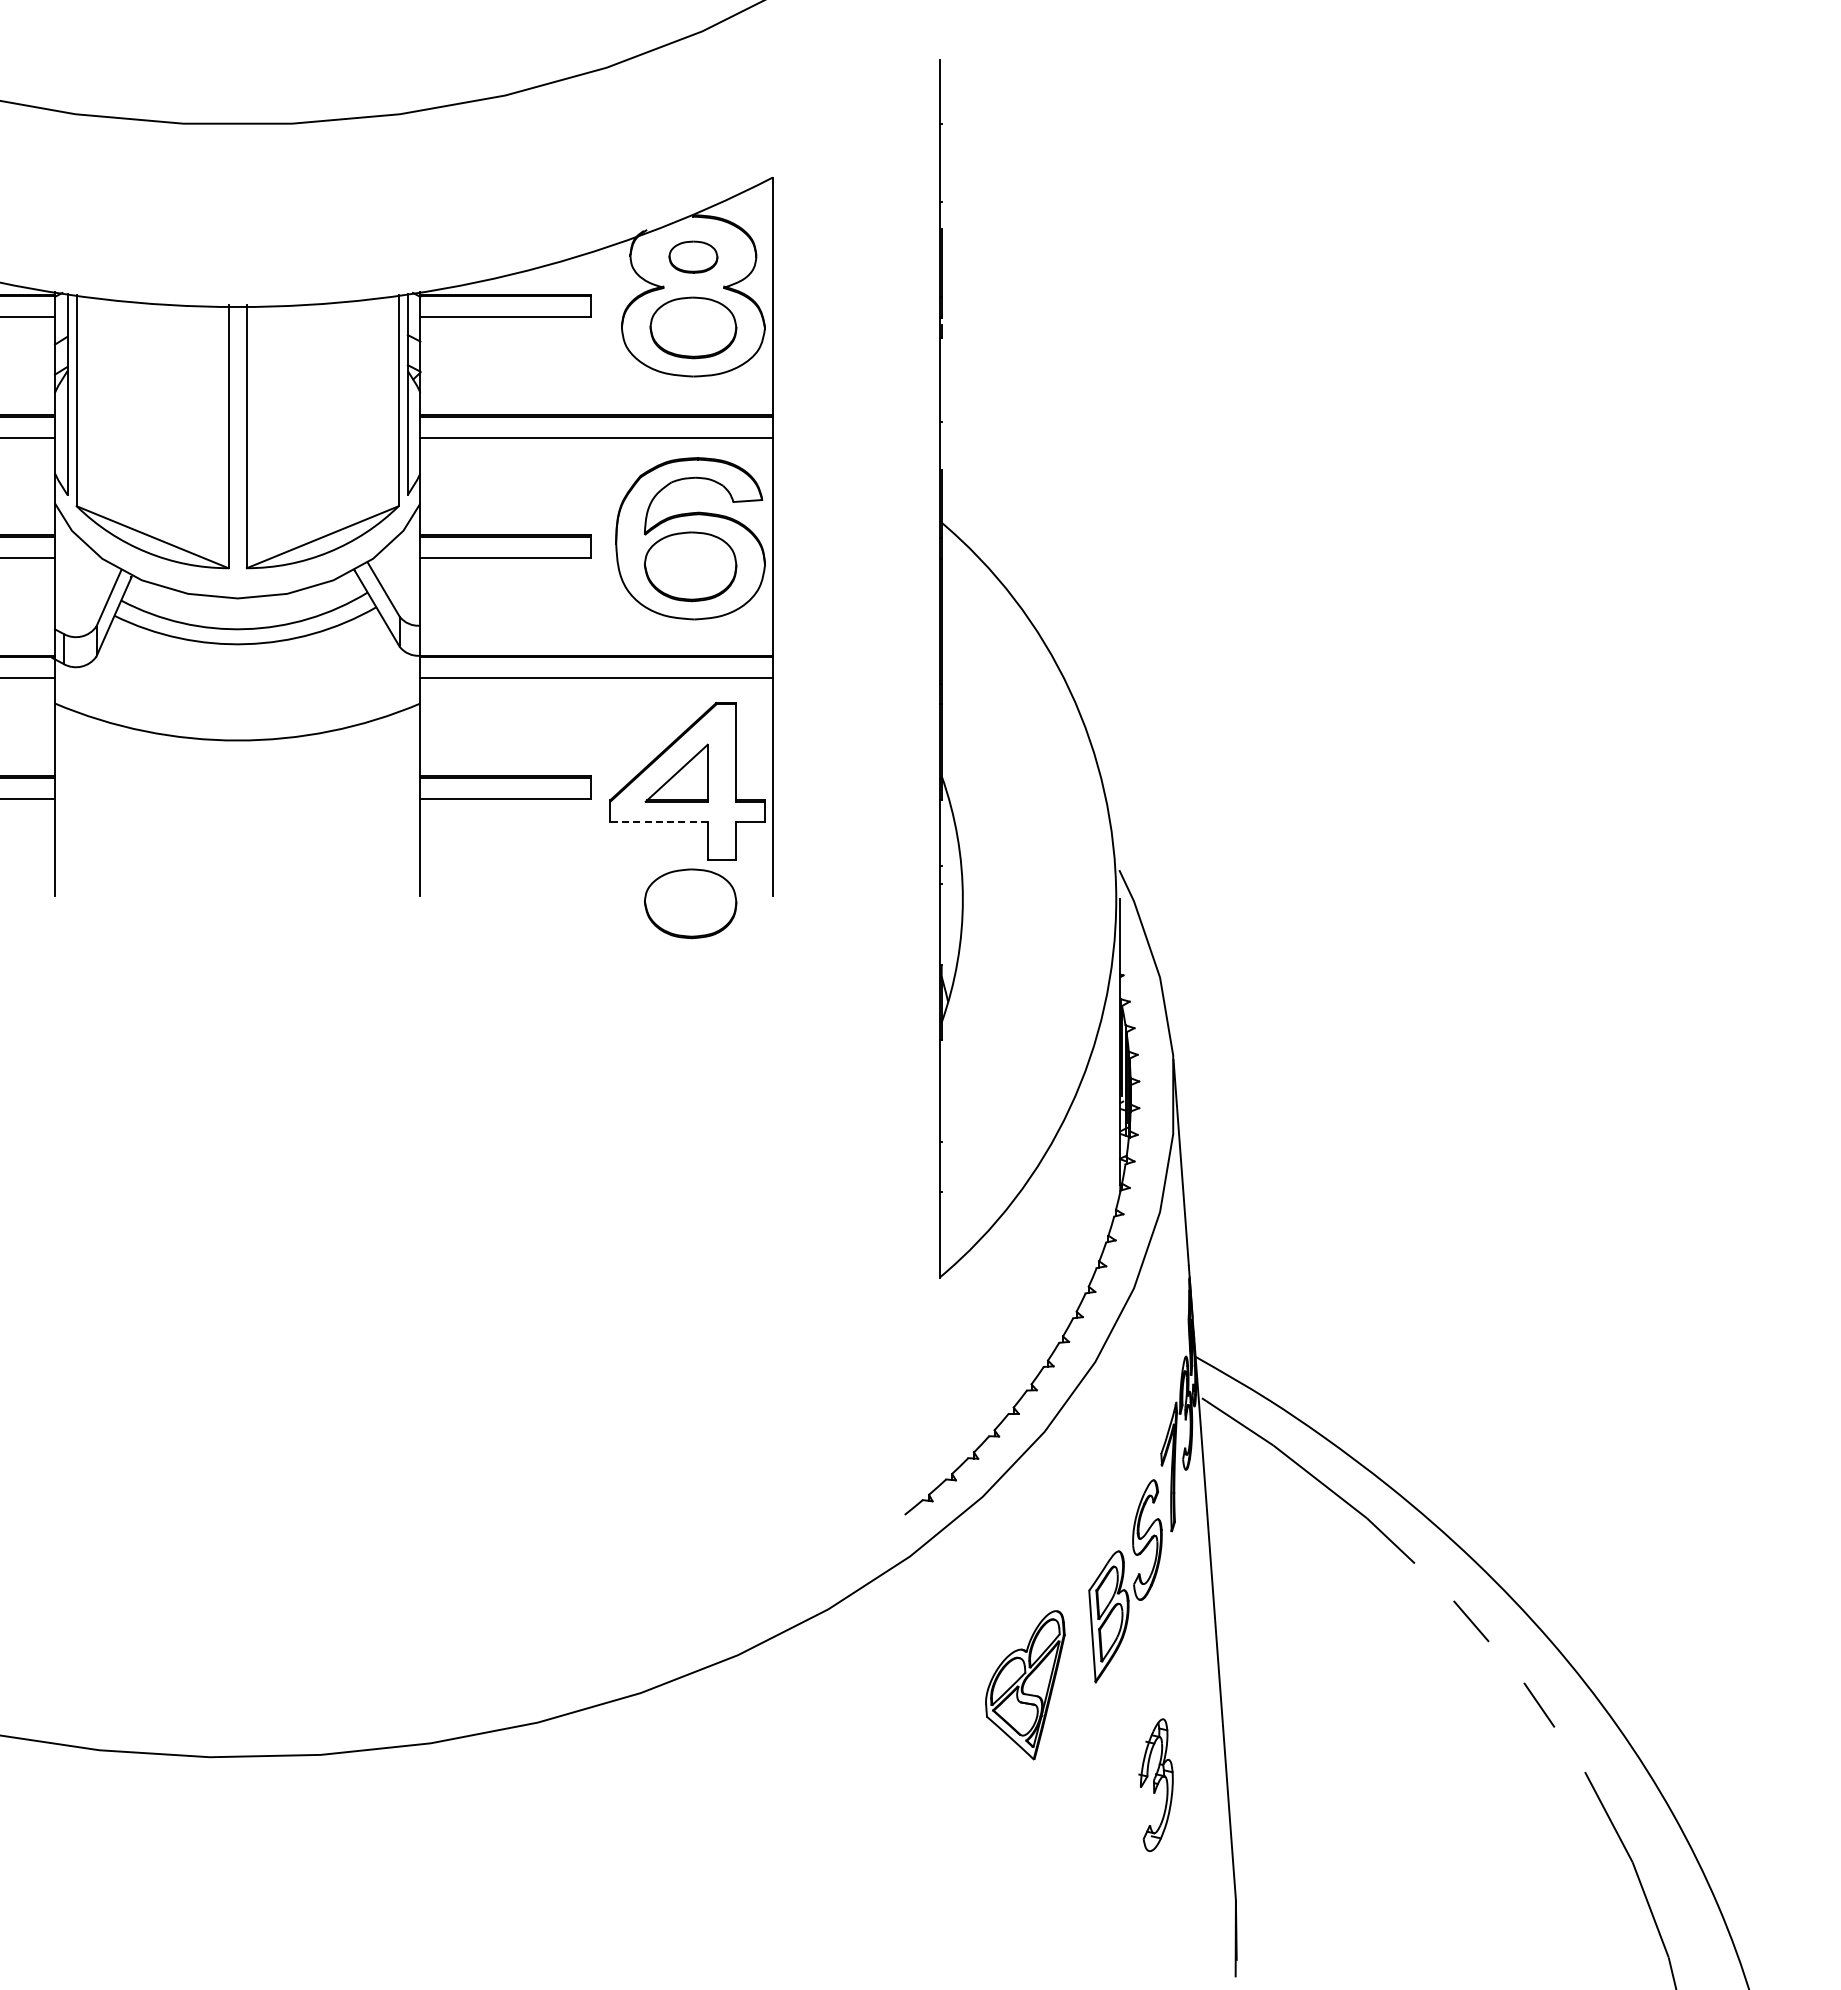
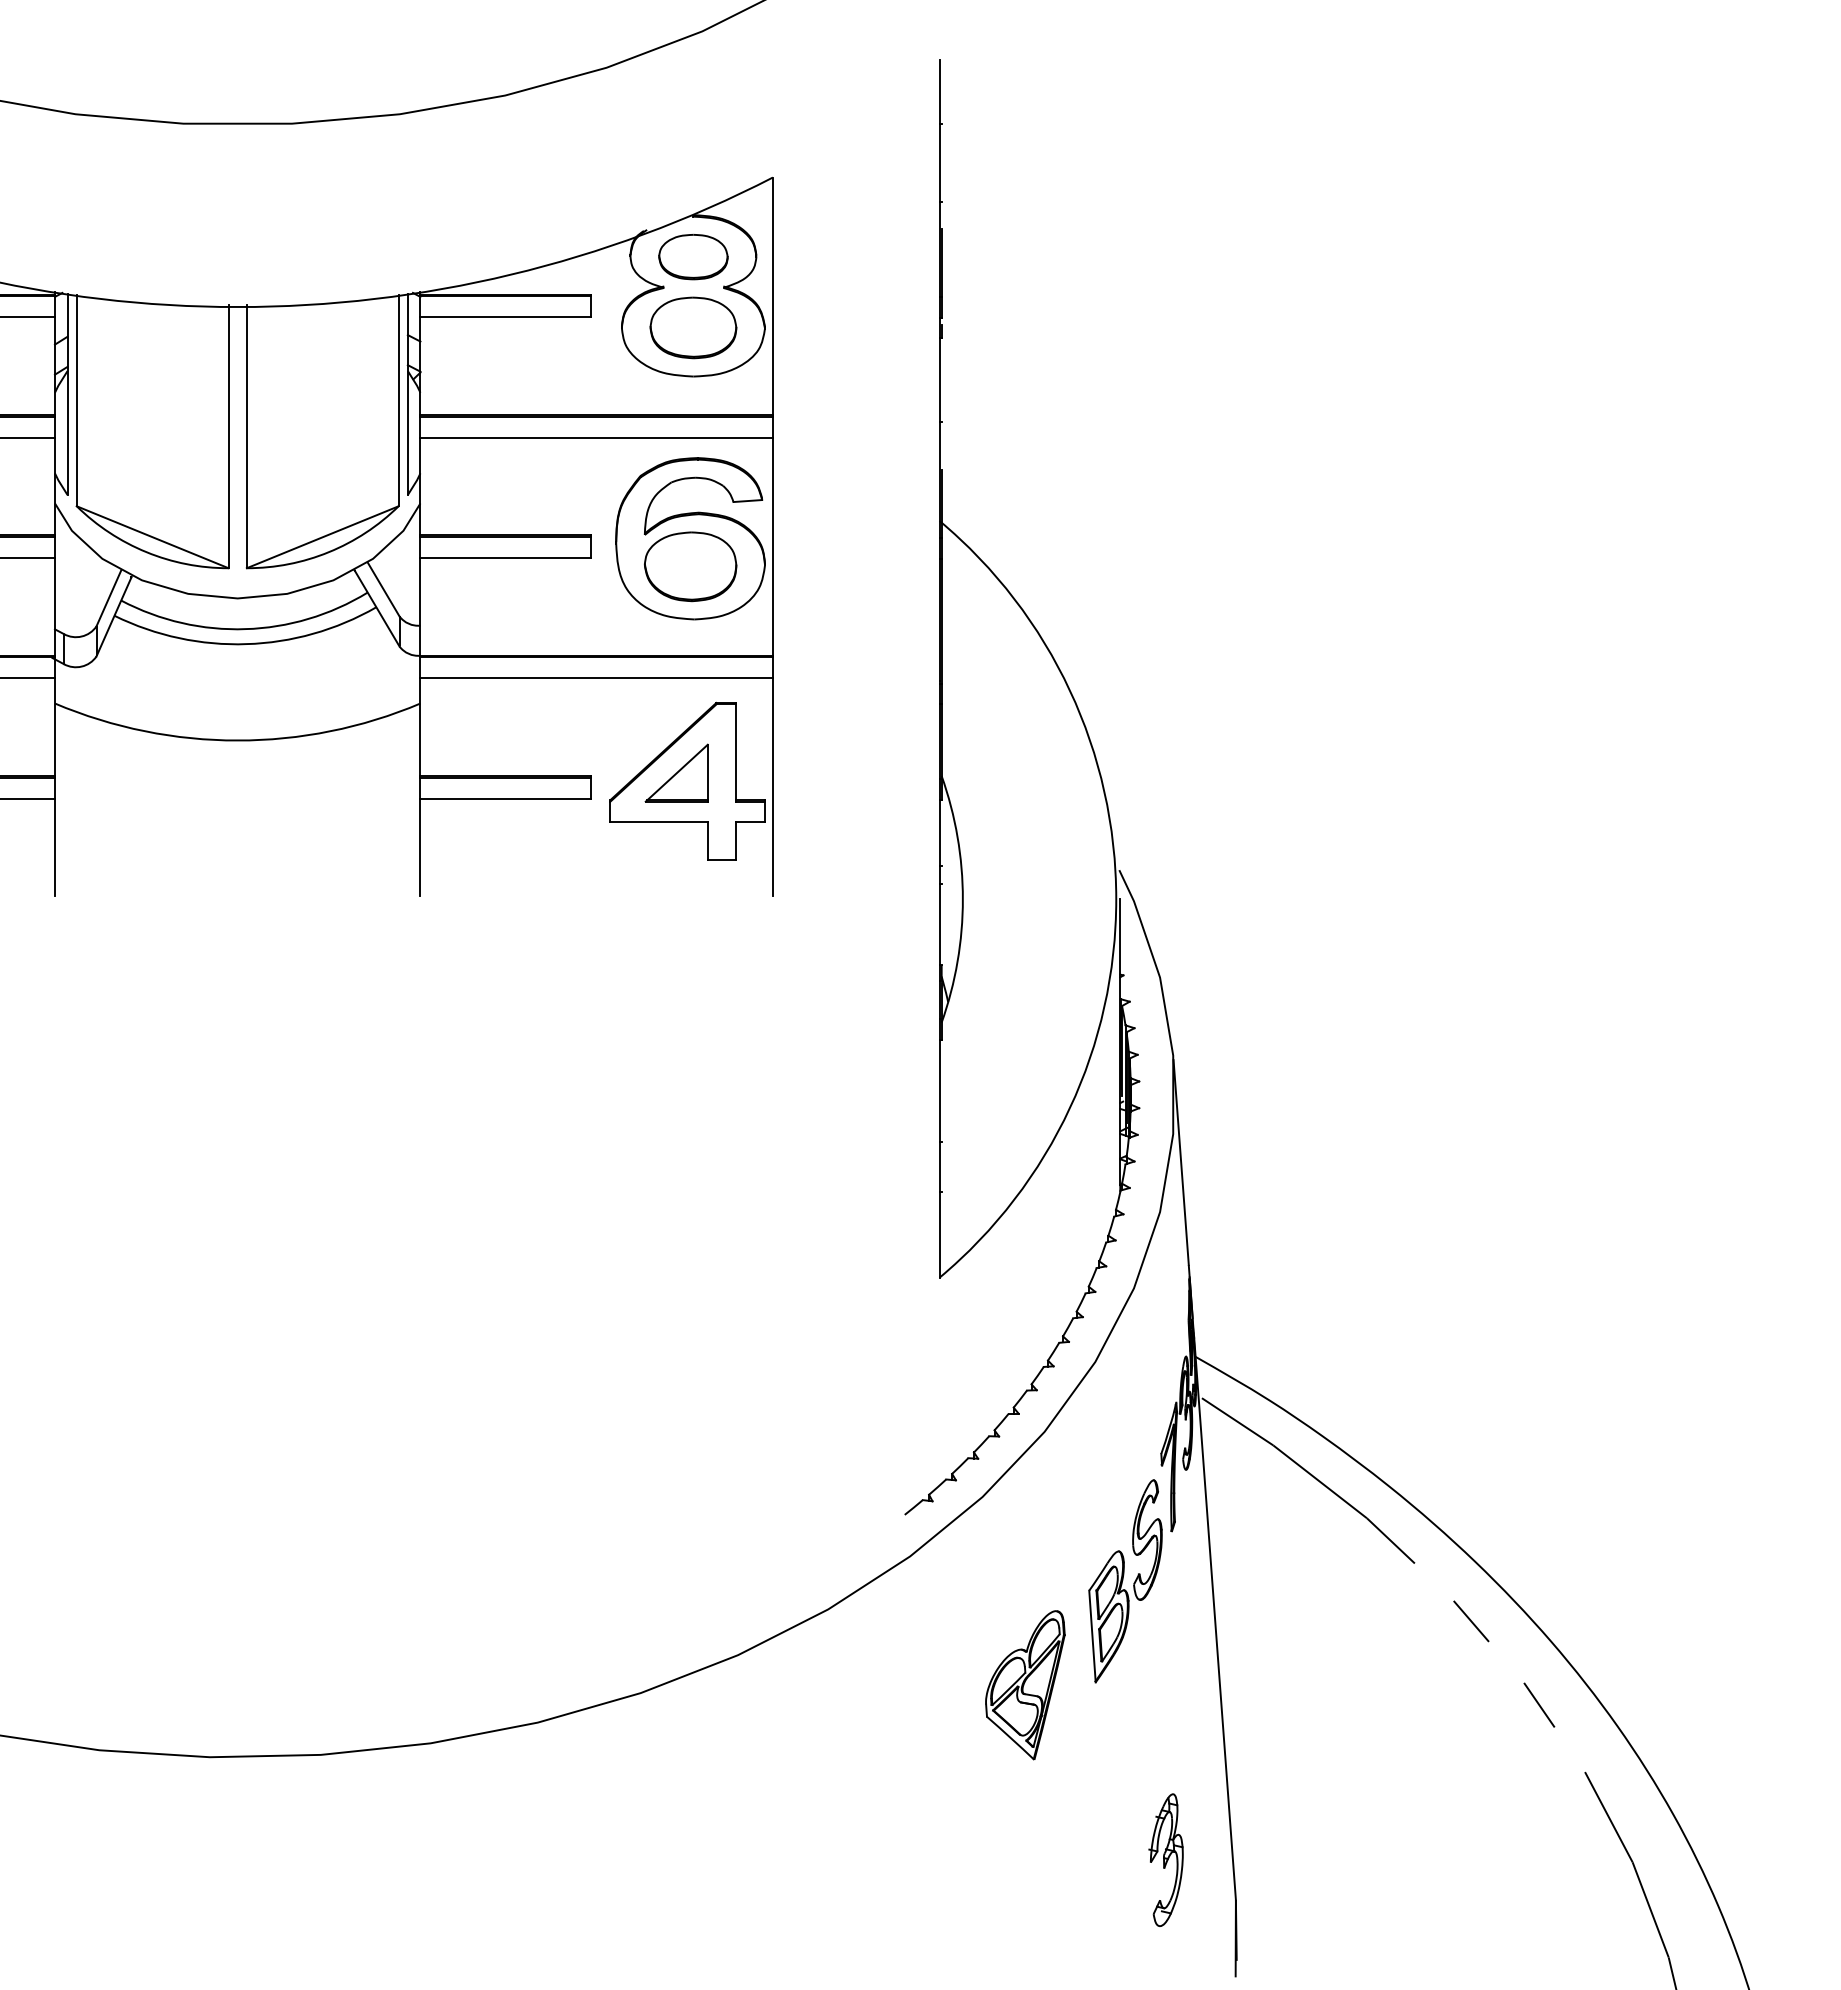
part at (693, 256) size: 51x34 px -> 71x47 px
line at (659, 821): dashed -> solid
part at (690, 903): present -> none
part at (1155, 1784) position: (1155, 1784) -> (1165, 1859)
